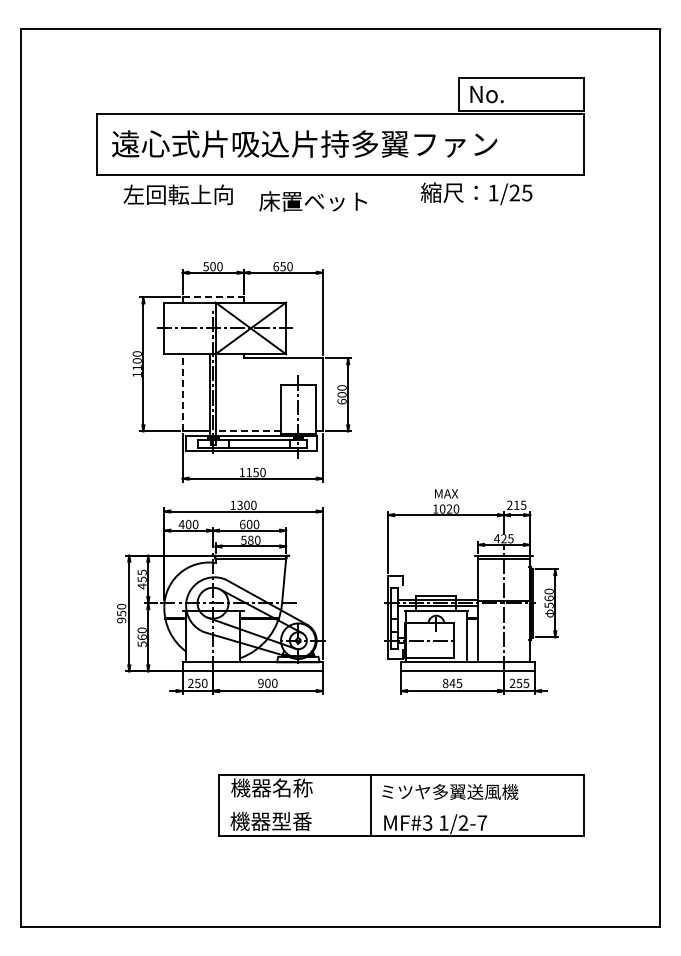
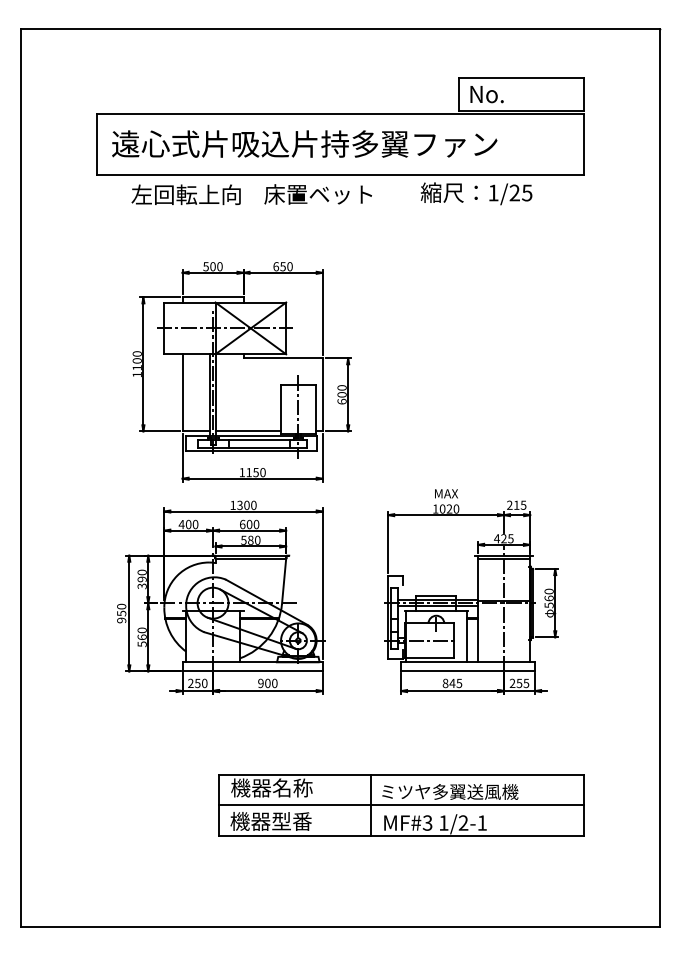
text at (177, 194) position: (177, 194) -> (185, 194)
text at (312, 201) position: (312, 201) -> (317, 194)
line at (213, 297): dashed -> solid
line at (182, 392): dashed -> solid
line at (248, 431): dashed -> solid
text at (141, 579): 455 -> 390
line at (401, 805): none -> present
text at (482, 822): 1/2-7 -> 1/2-1
